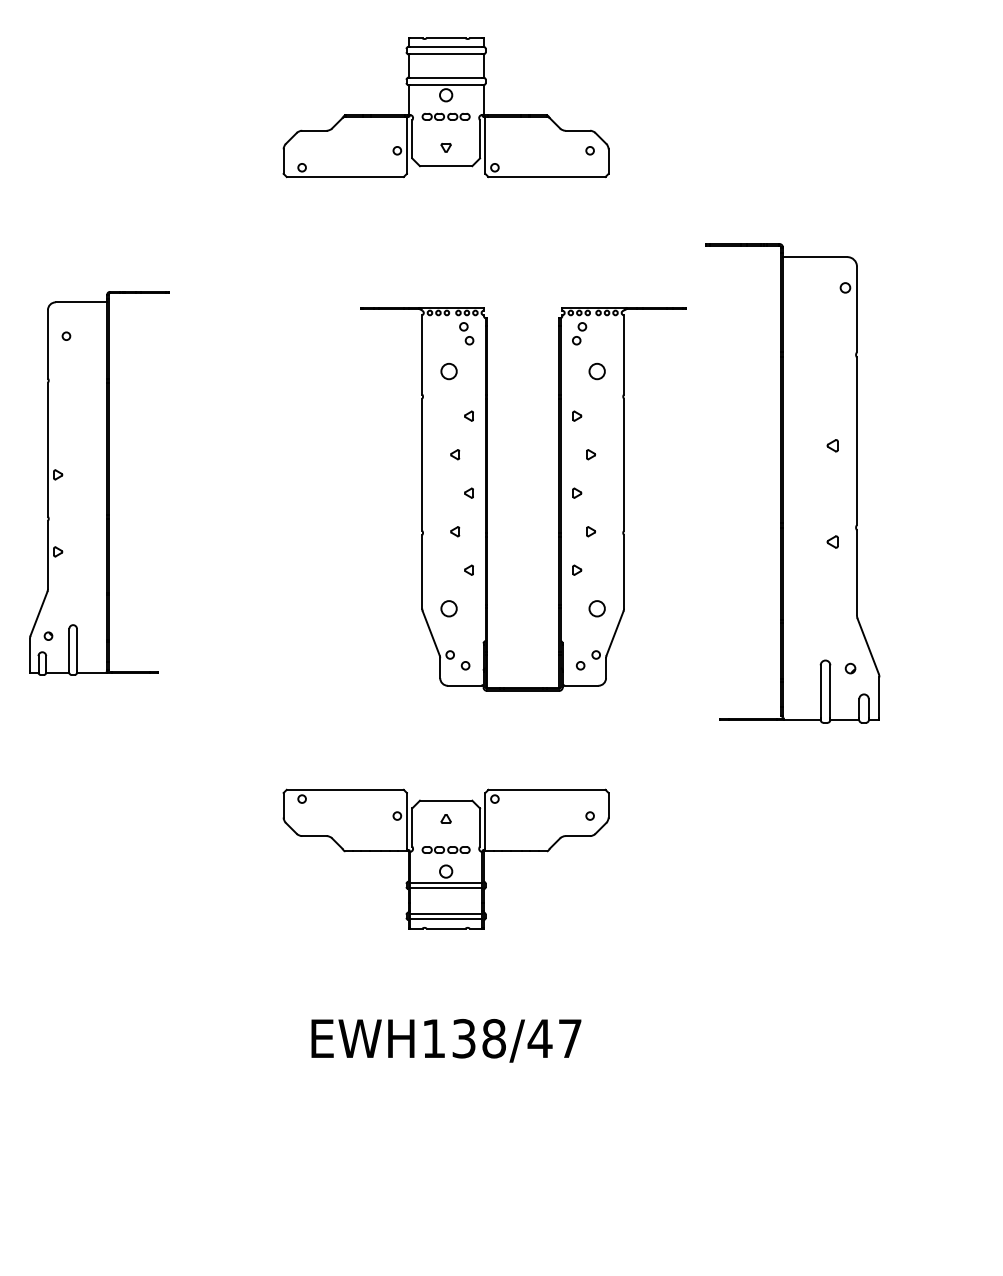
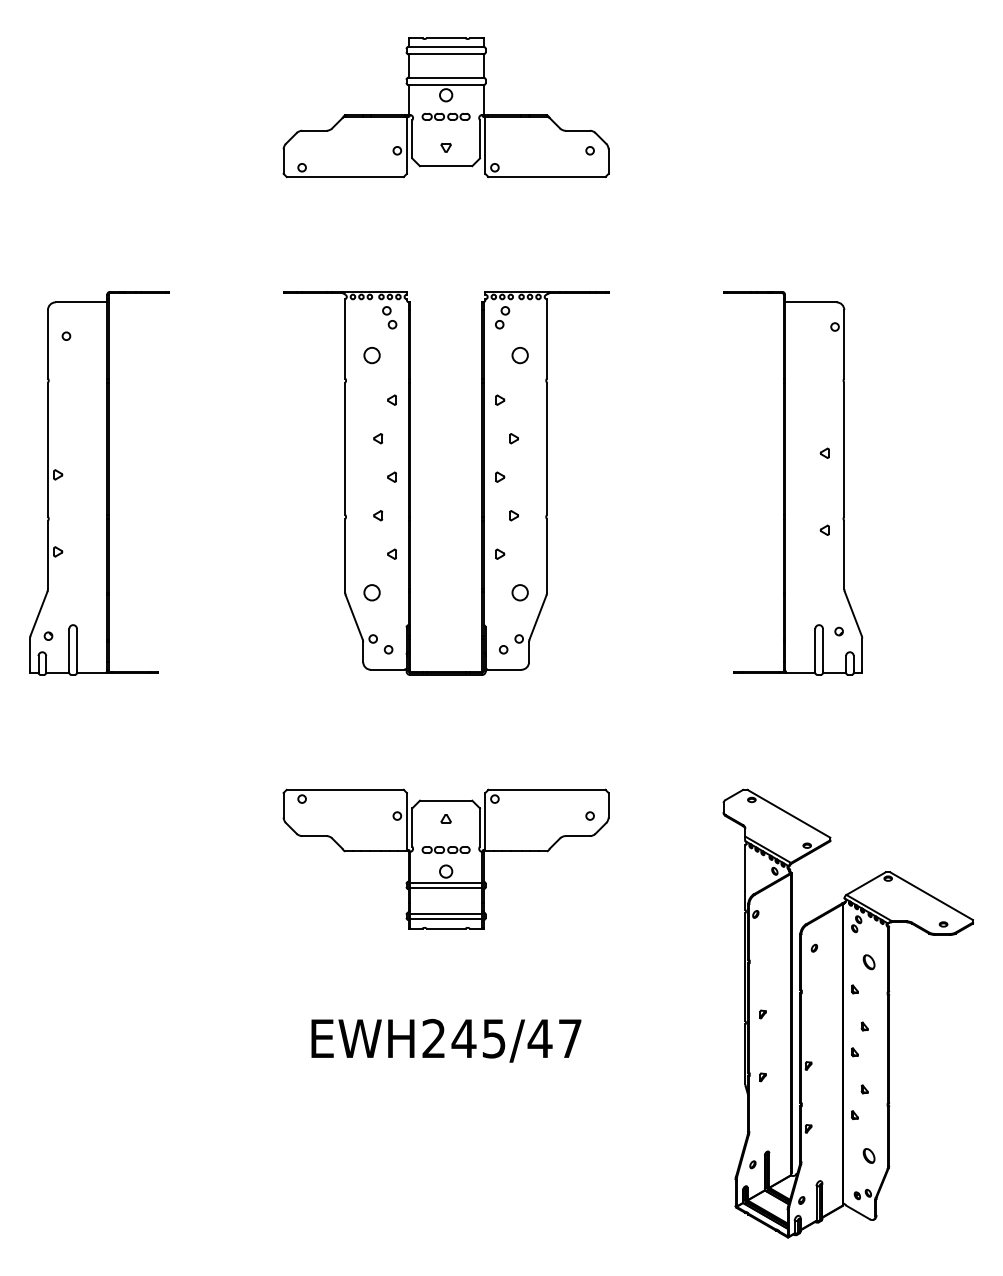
part at (792, 483) size: 176x481 px -> 141x385 px
part at (558, 499) position: (558, 499) -> (481, 483)
part at (847, 1013): none -> present
text at (463, 1038): EWH138/47 -> EWH245/47
